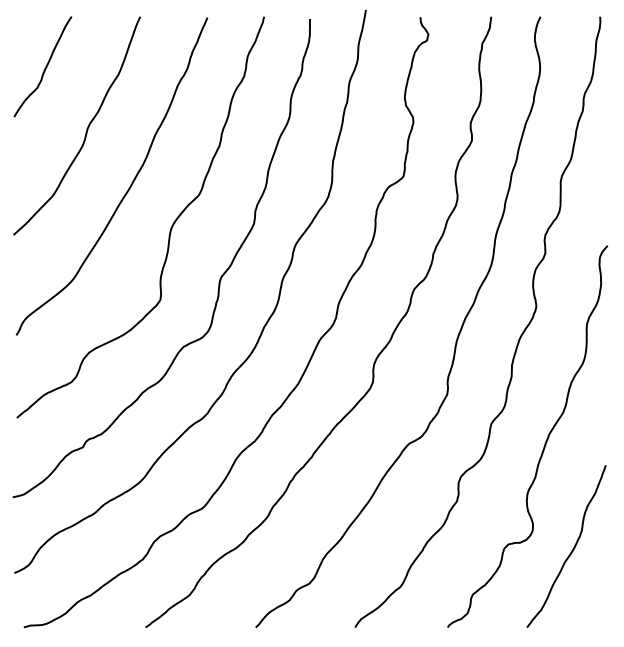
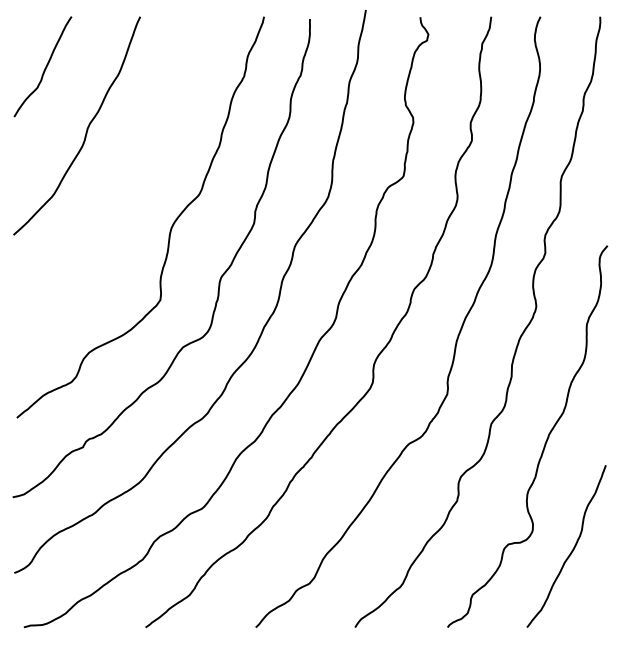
curve at (129, 186): present -> none
